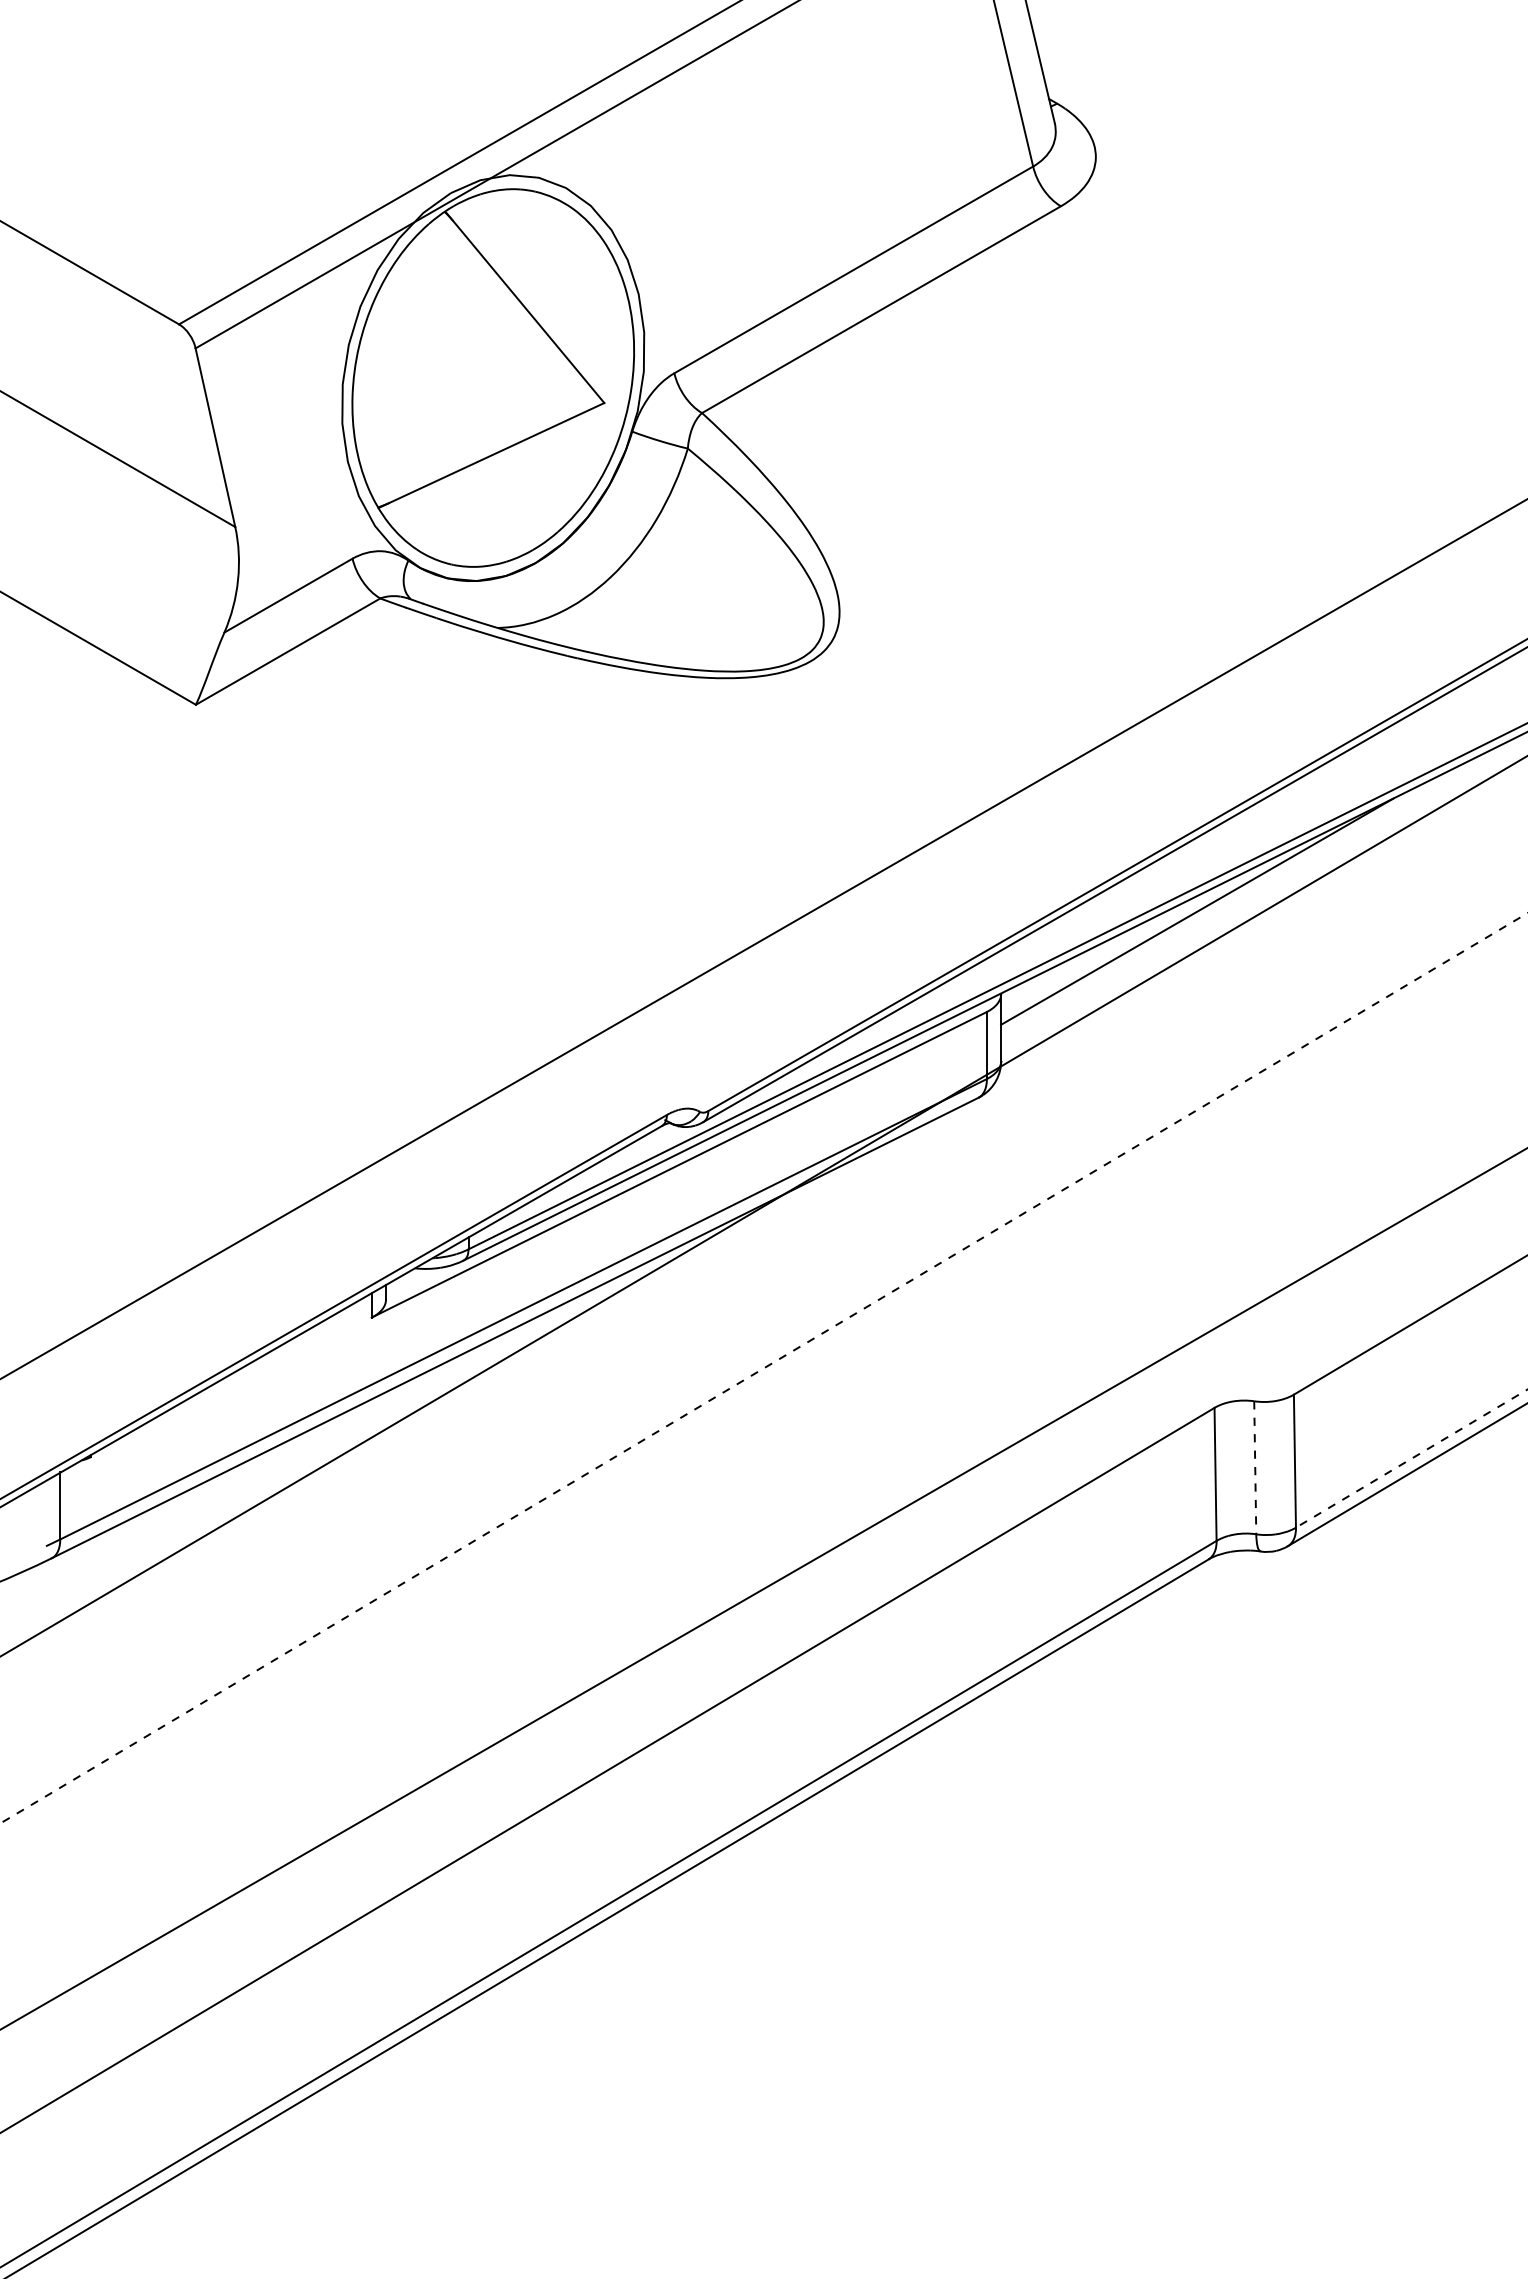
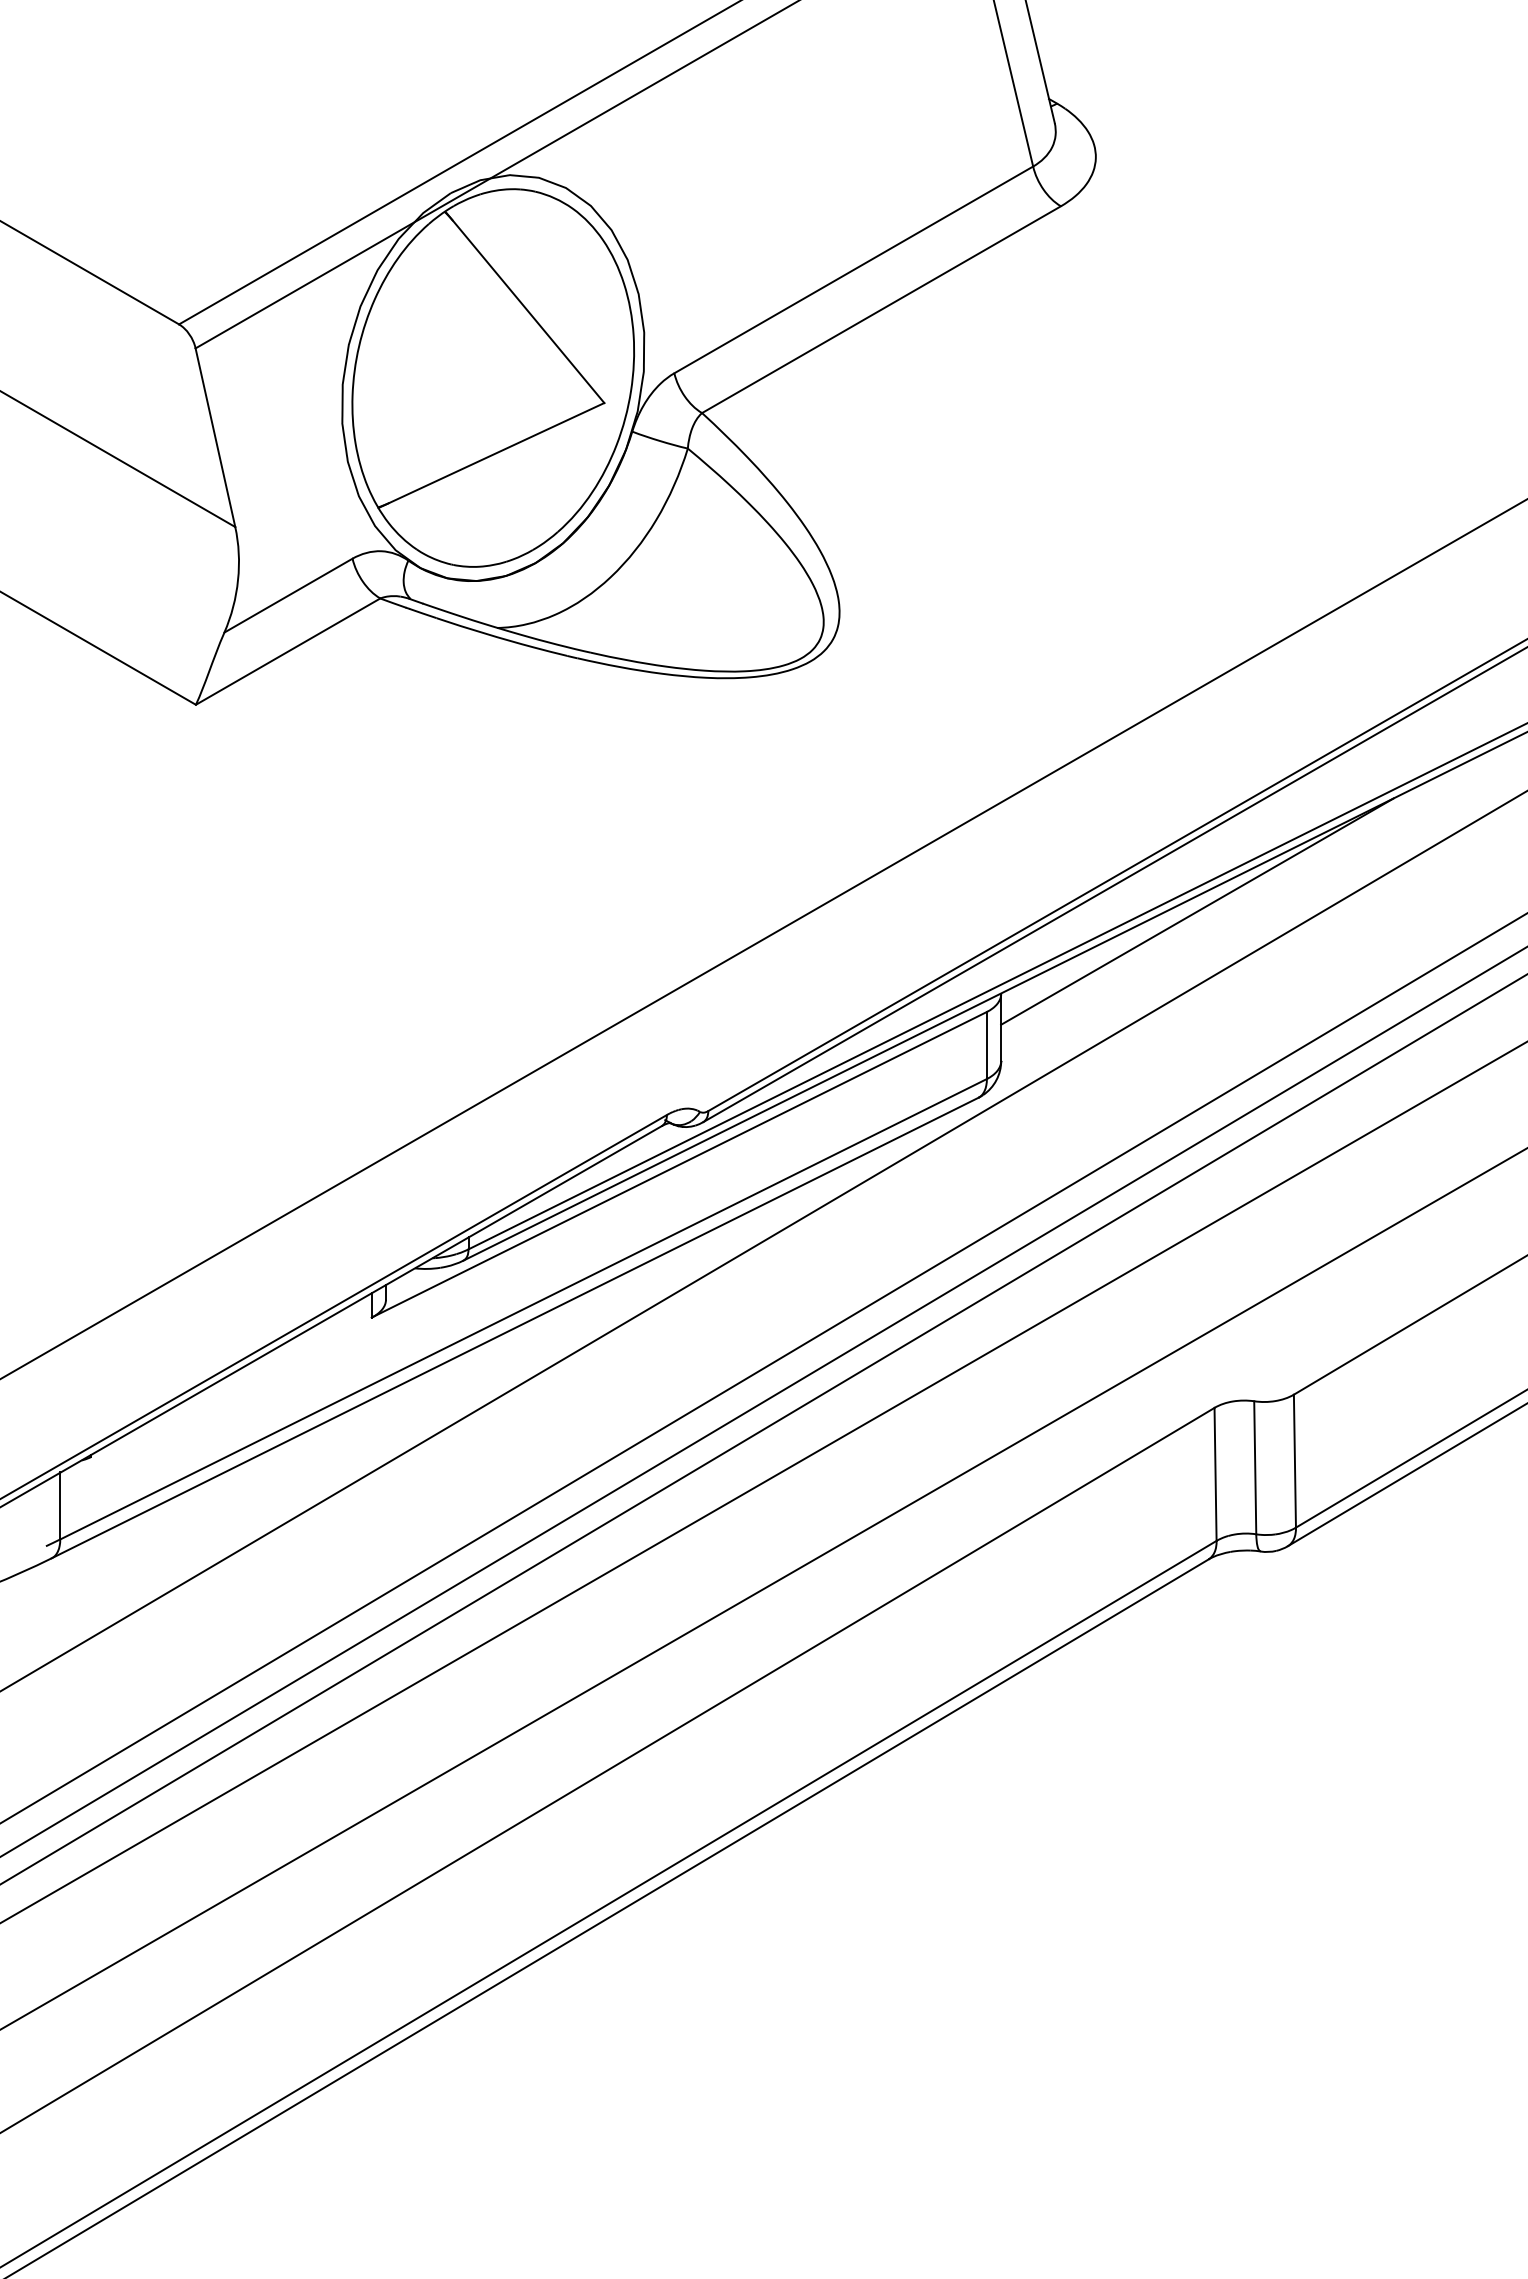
line at (763, 1206) position: (763, 1206) -> (763, 1241)
line at (764, 1368): dashed -> solid
line at (763, 1401): none -> present
line at (763, 1429): none -> present
line at (1411, 1458): dashed -> solid
line at (1255, 1467): dashed -> solid
line at (763, 1482): none -> present
